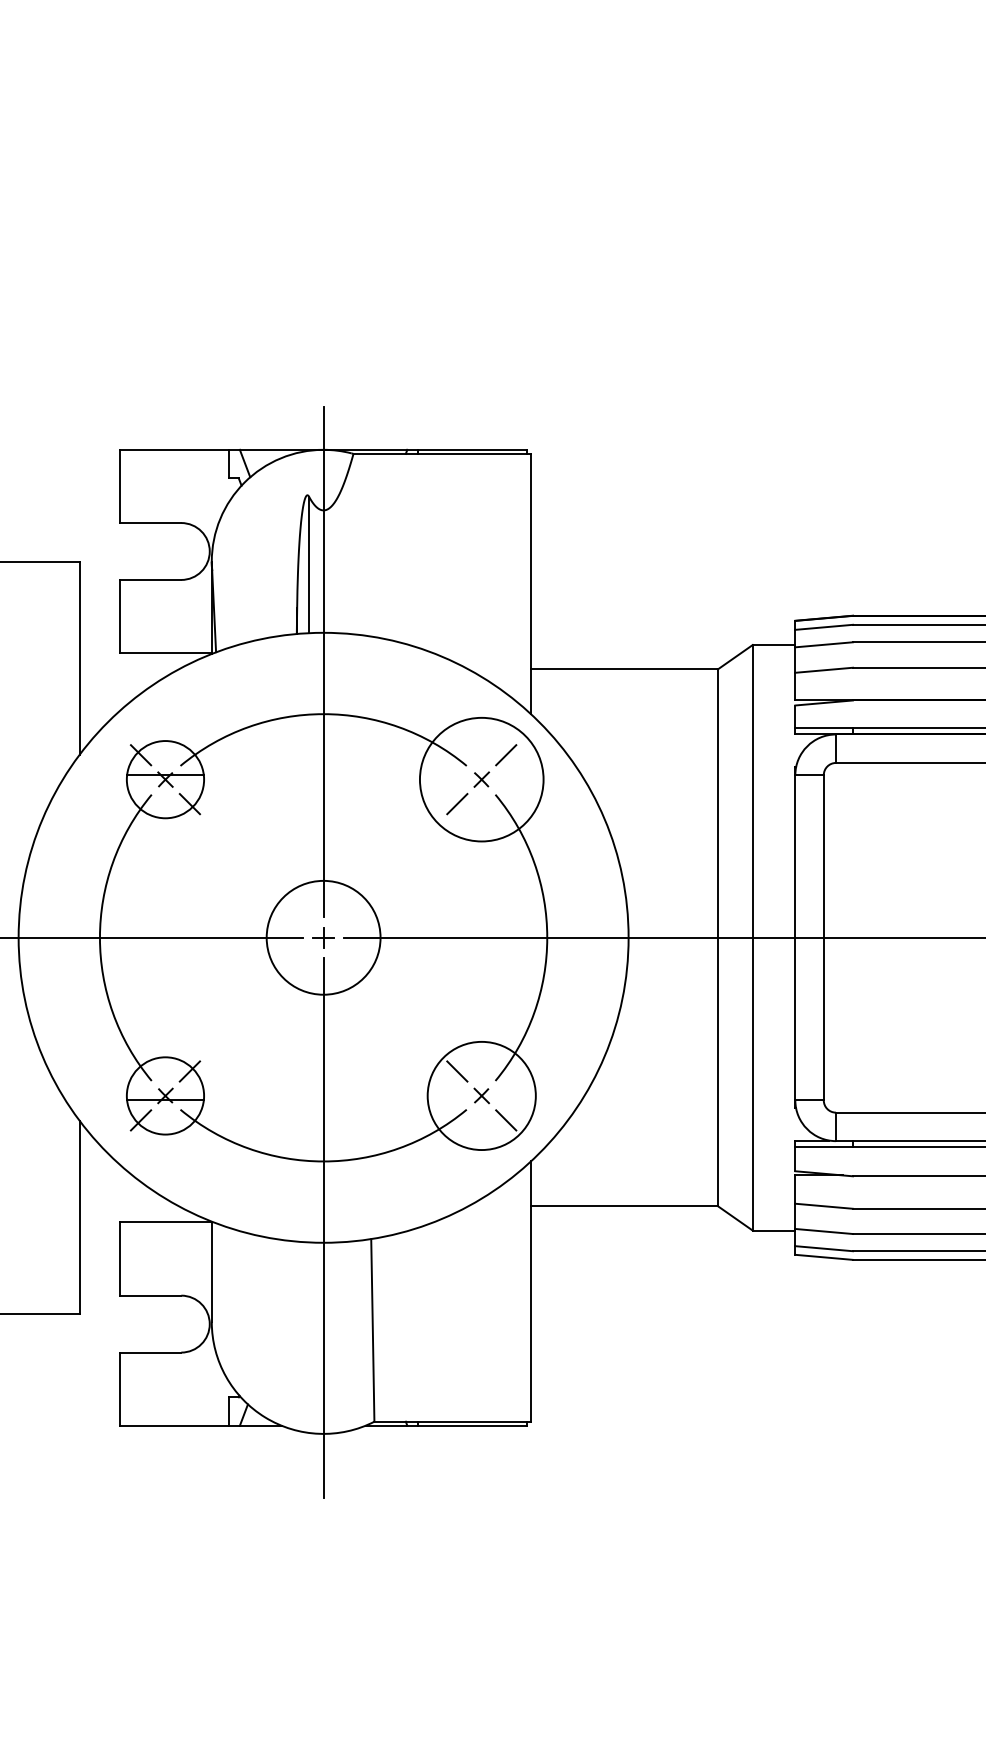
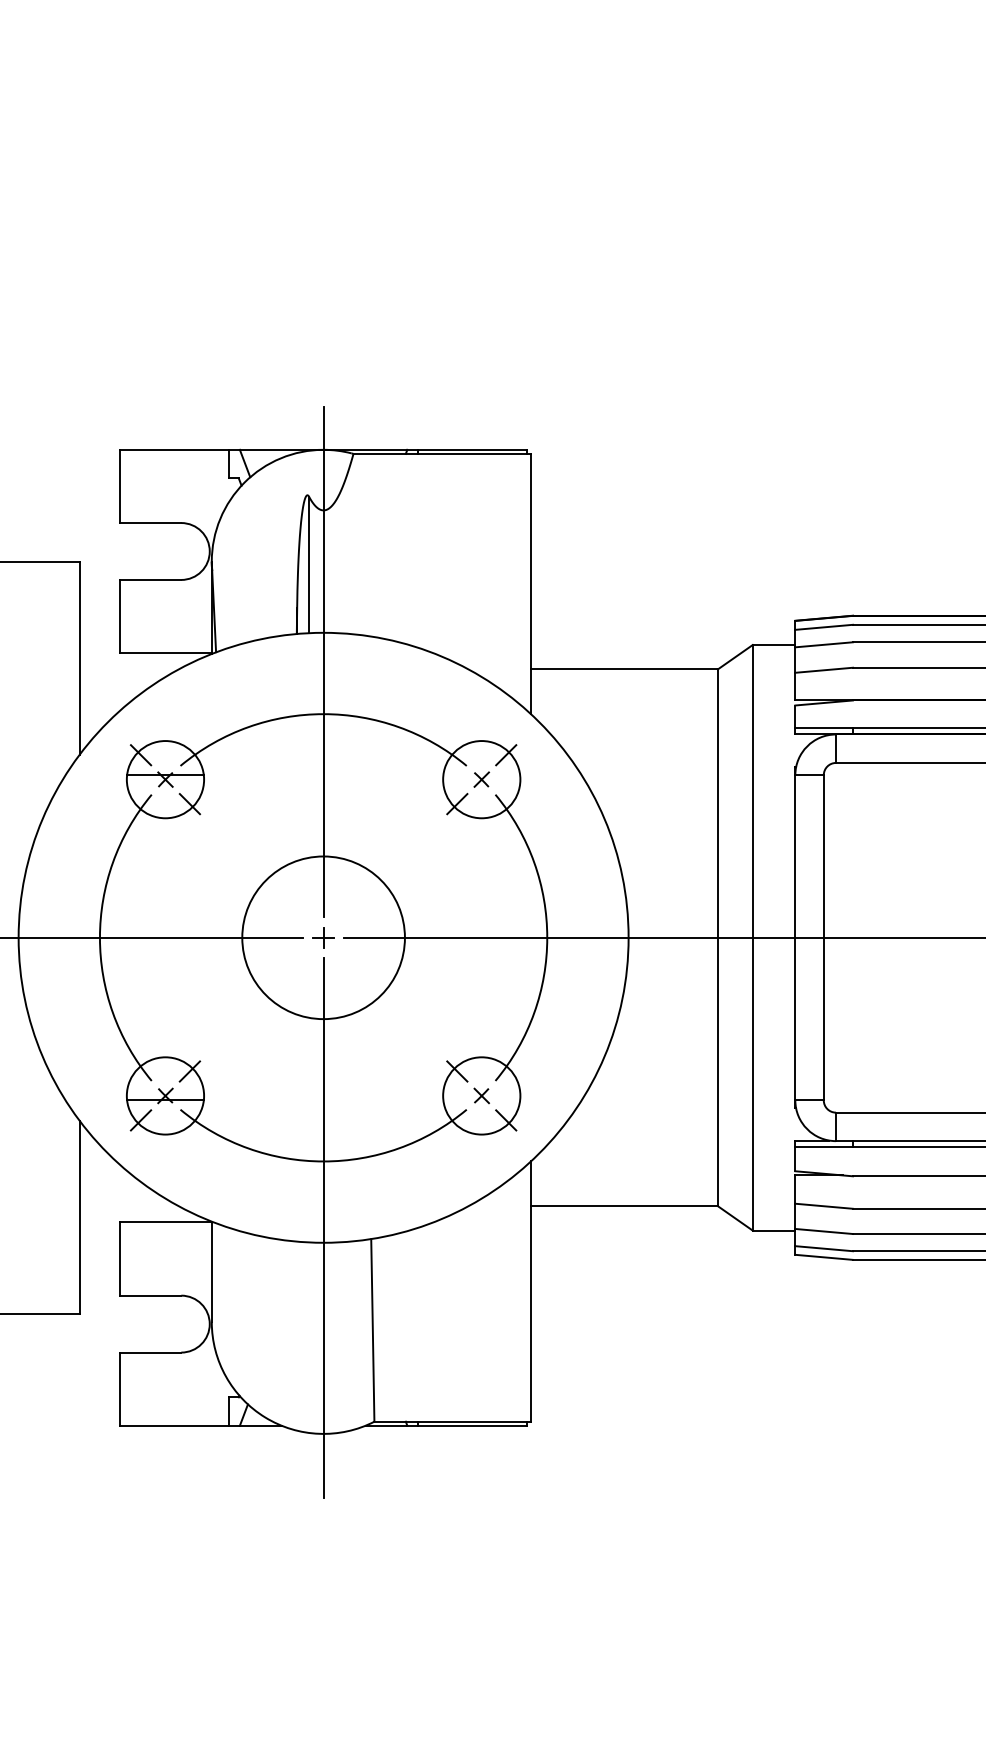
circle at (481, 779) diameter: 124 px -> 77 px
circle at (323, 937) diameter: 114 px -> 163 px
circle at (481, 1095) diameter: 108 px -> 77 px
